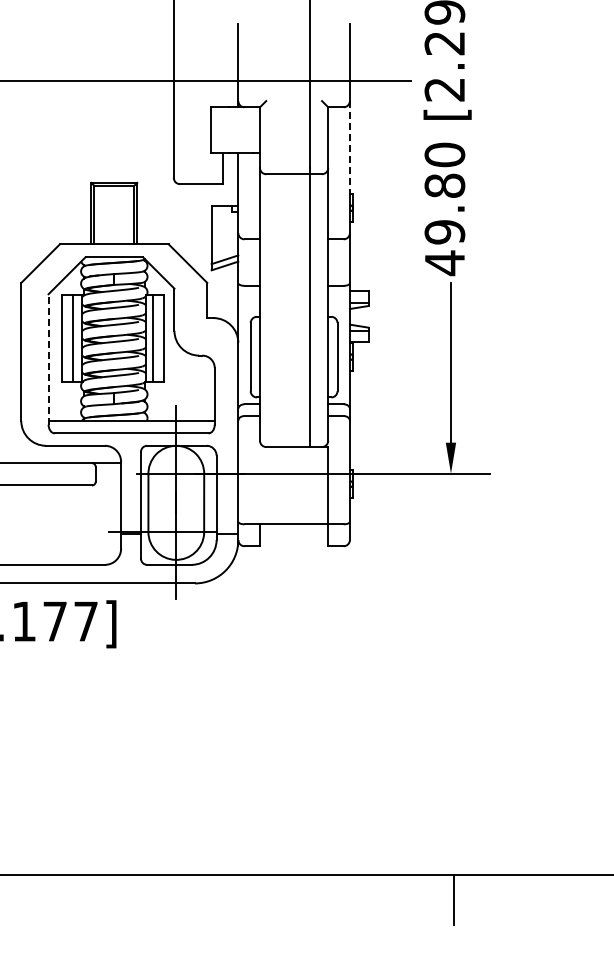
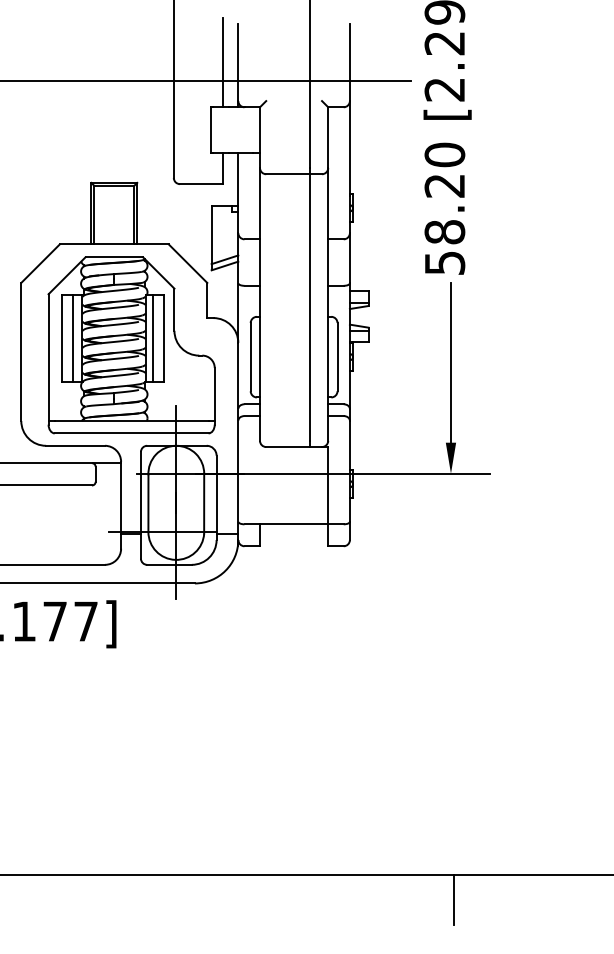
line at (223, 62): none -> present
line at (349, 148): dashed -> solid
text at (444, 224): 49.80 -> 58.20
line at (48, 358): dashed -> solid
